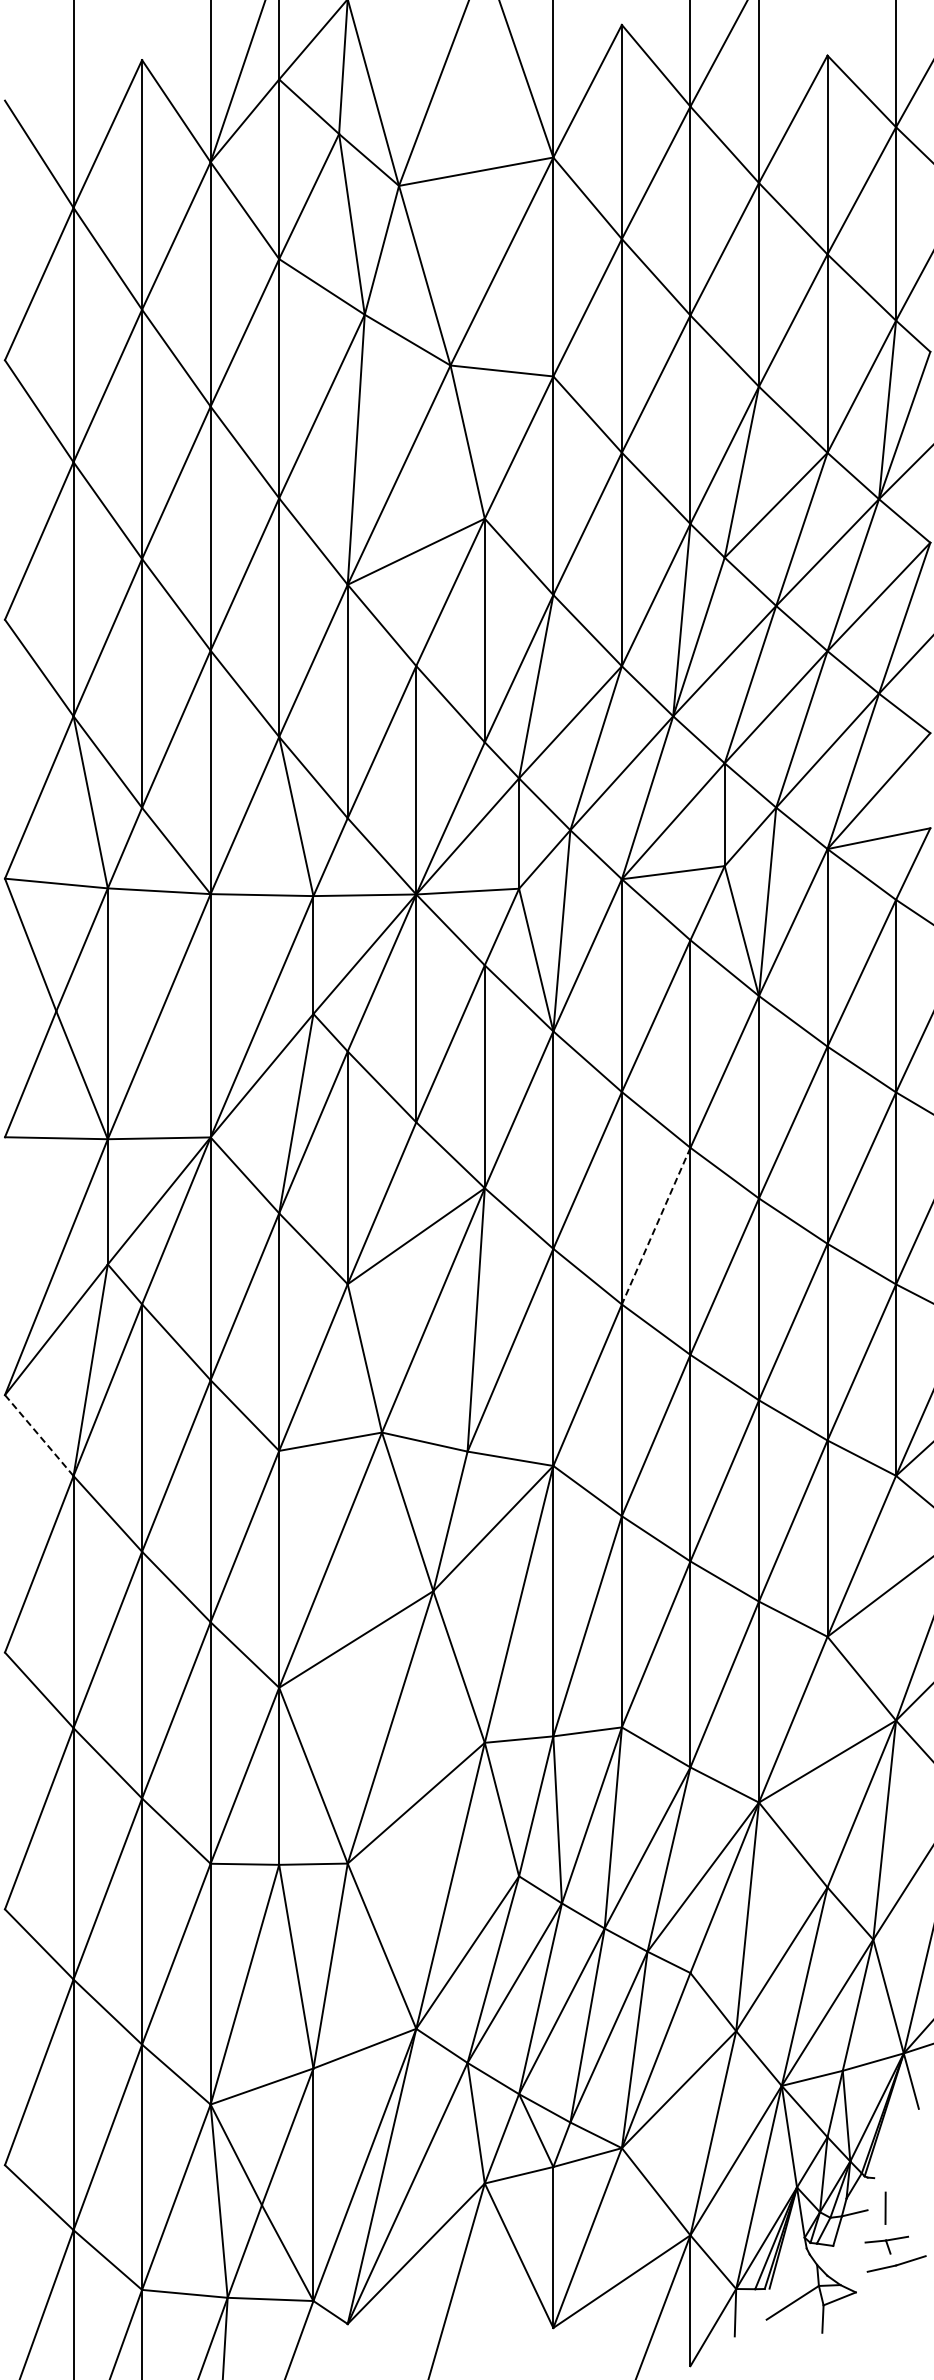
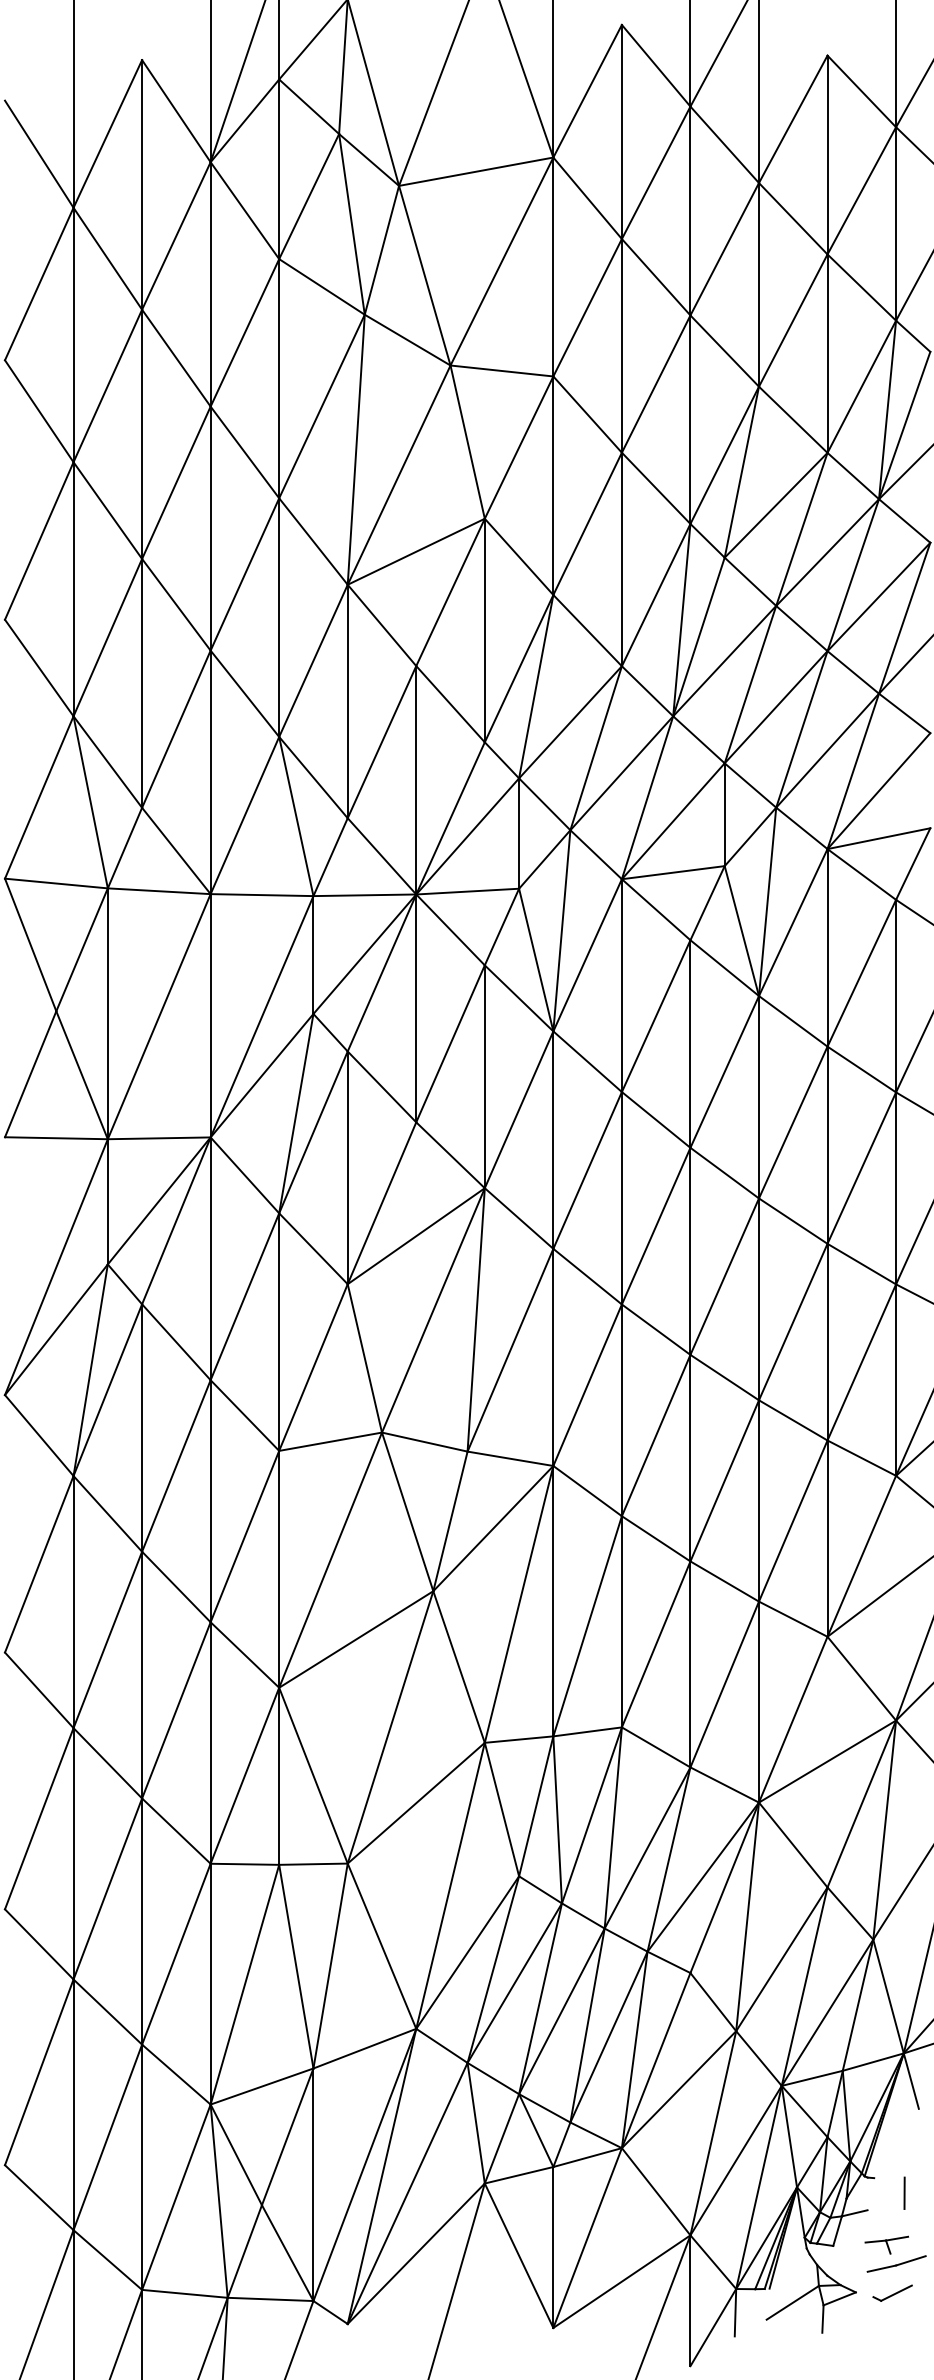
line at (655, 1226): dashed -> solid
line at (38, 1435): dashed -> solid
line at (885, 2207) position: (885, 2207) -> (904, 2192)
part at (892, 2292): none -> present
